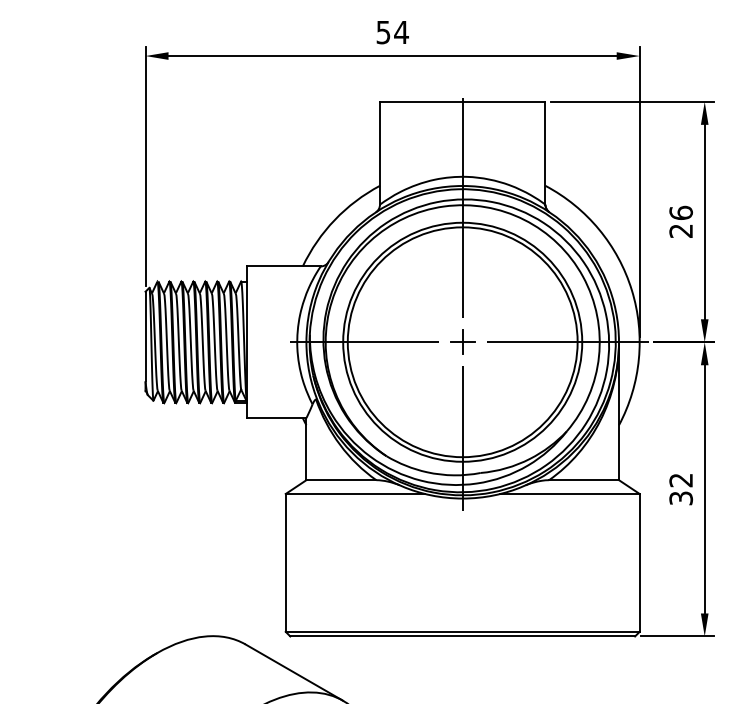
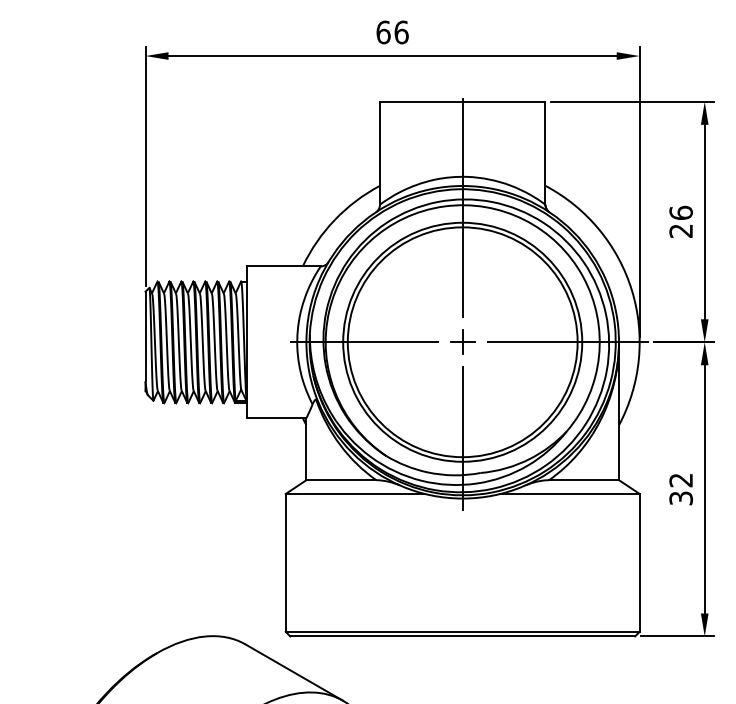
text at (392, 32): 54 -> 66
